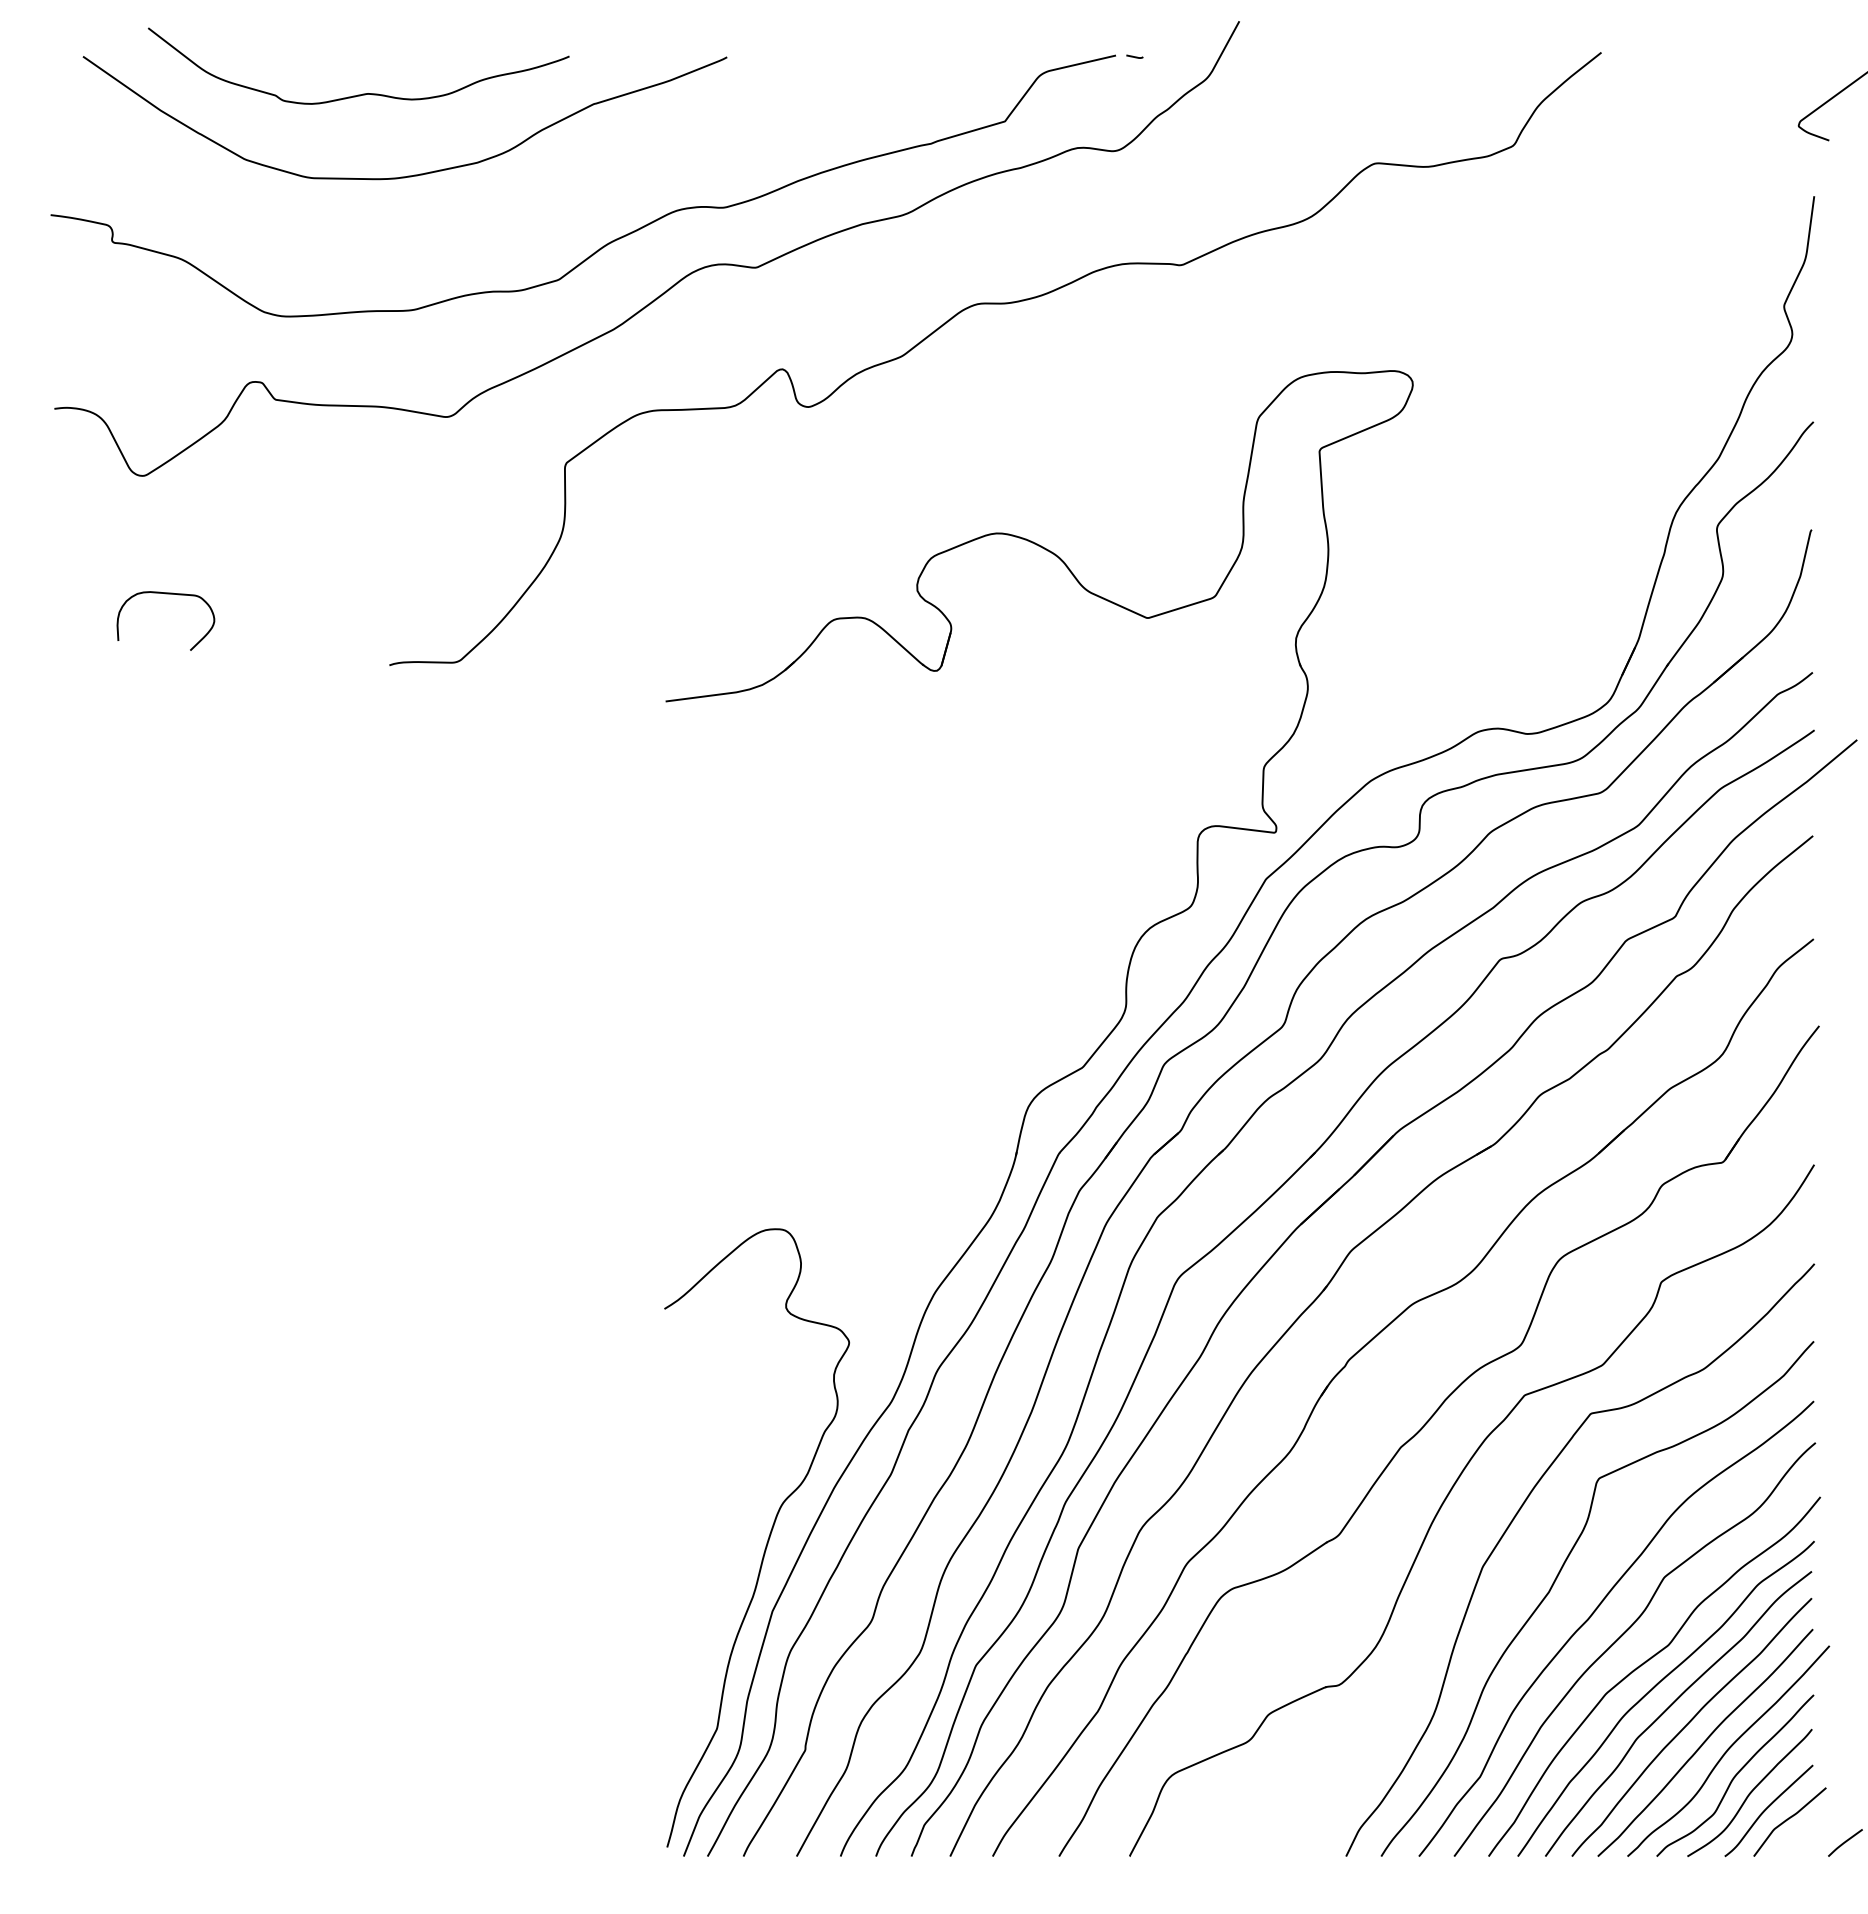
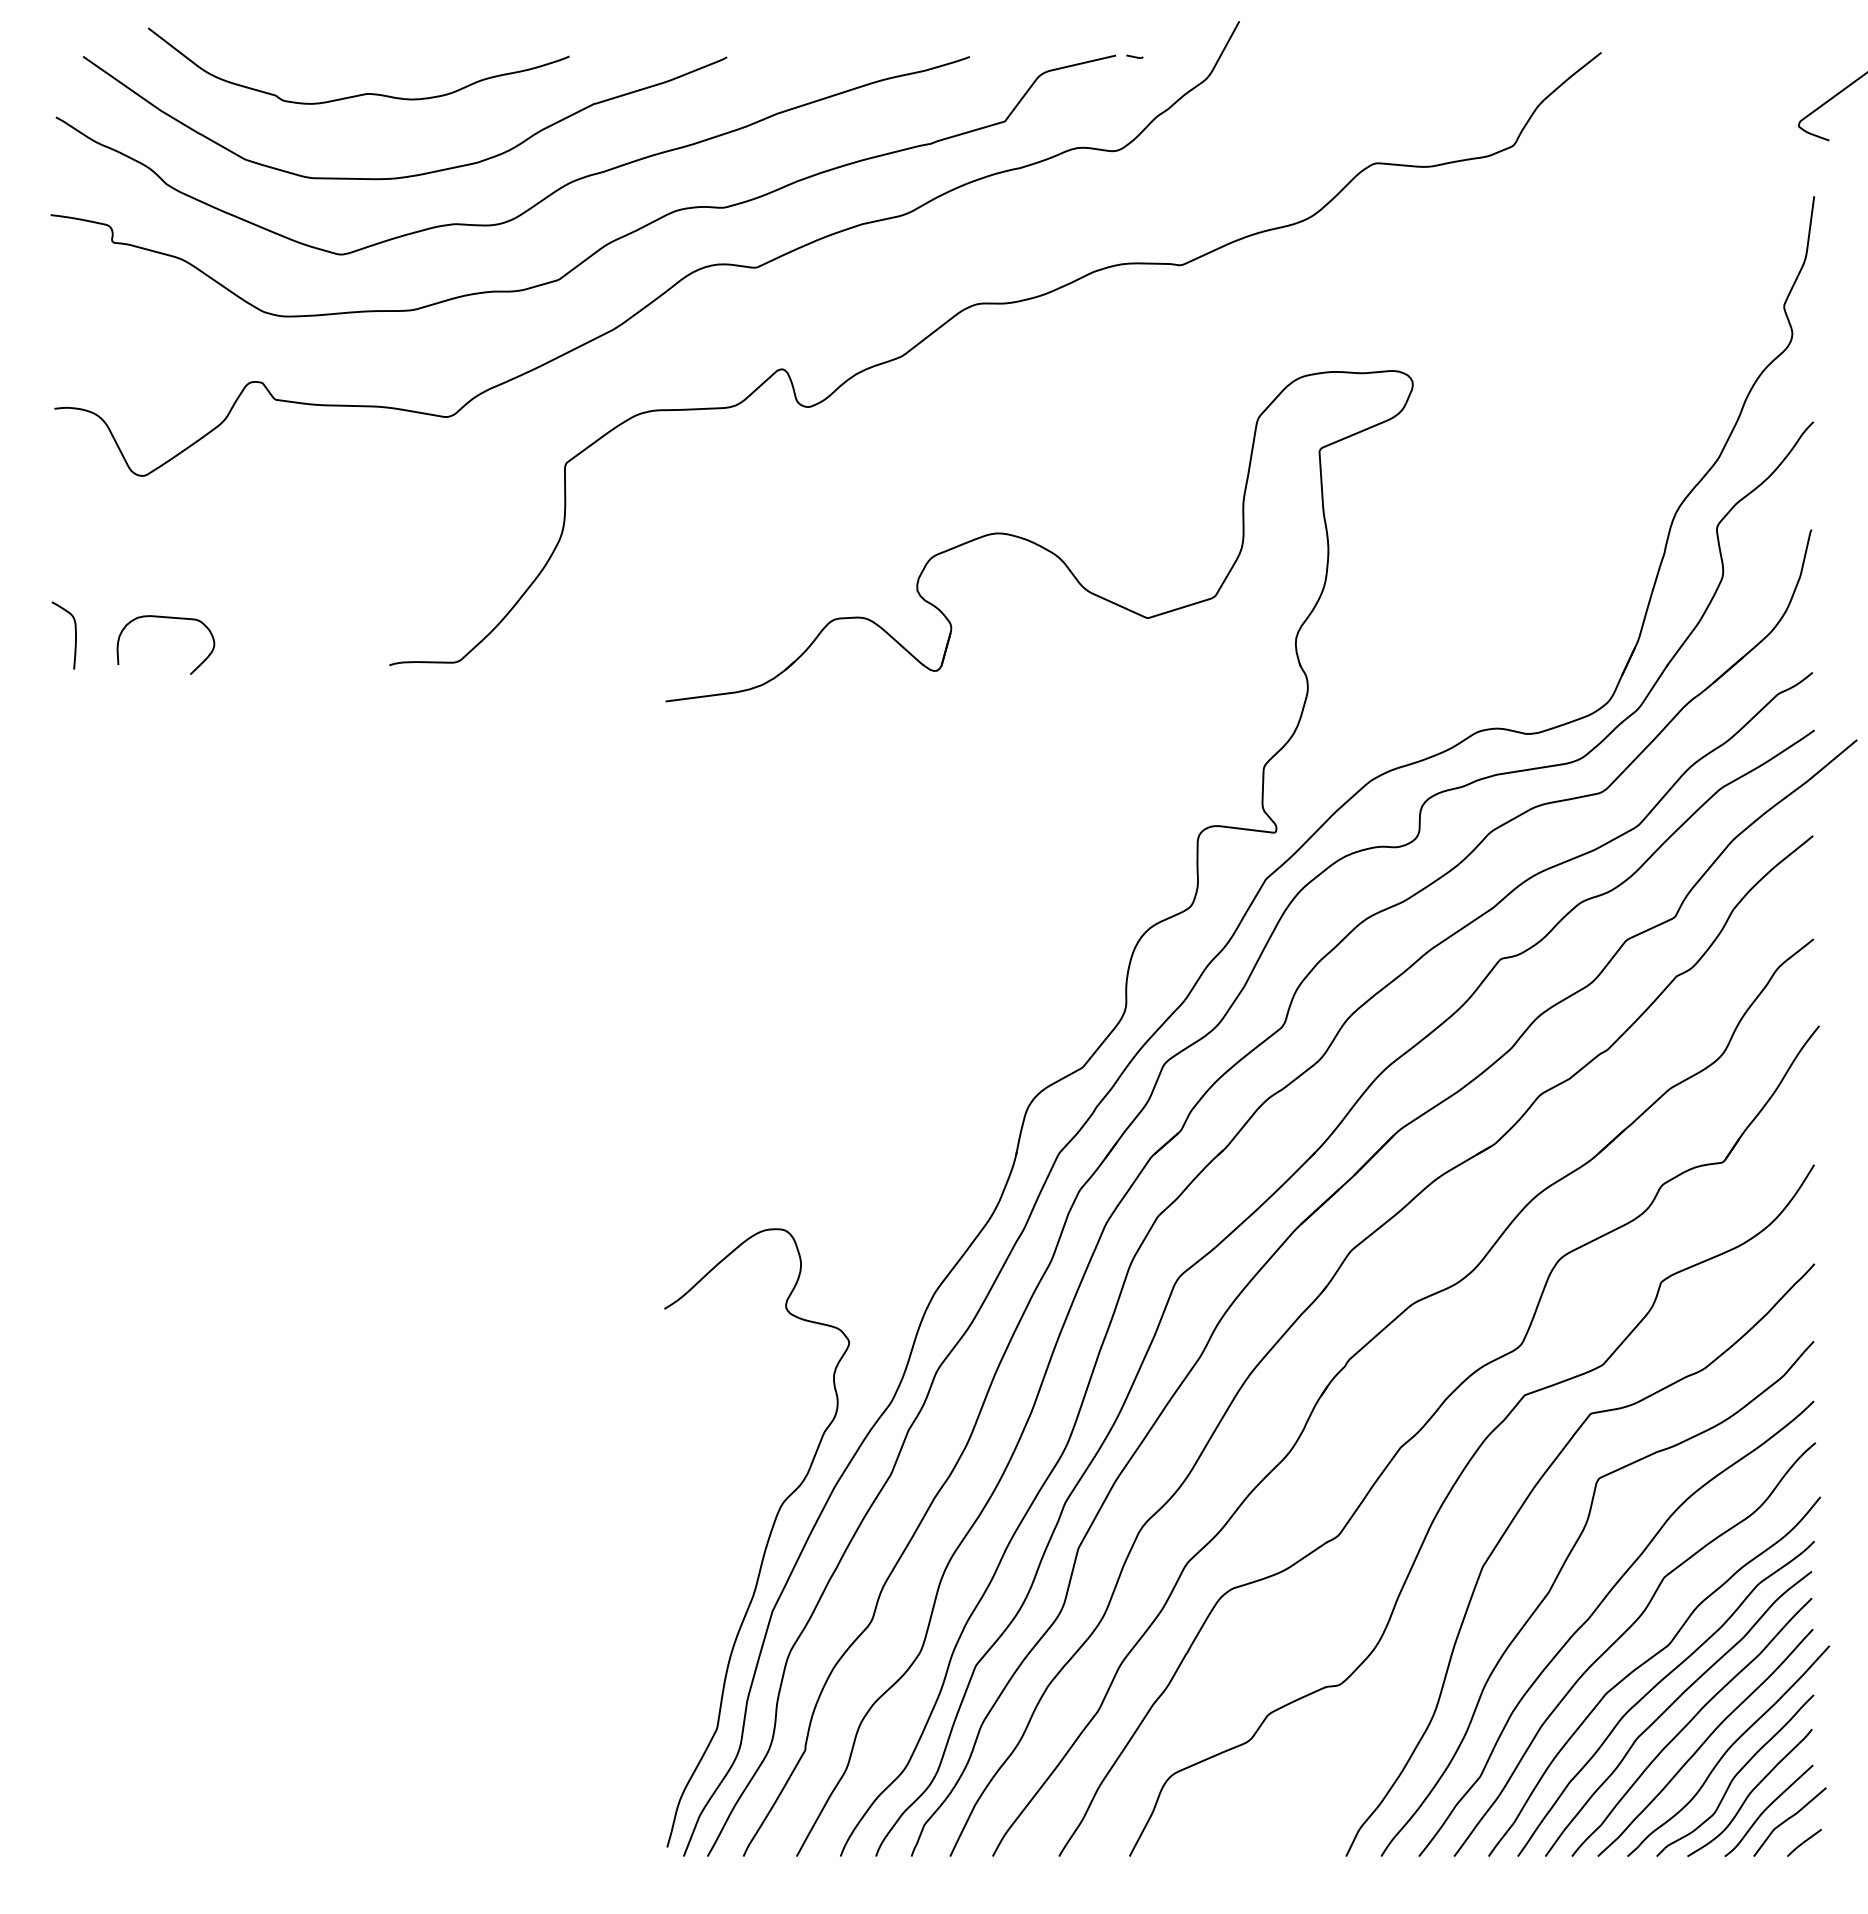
curve at (541, 199): none -> present
curve at (165, 594) position: (165, 594) -> (165, 618)
curve at (75, 635): none -> present
line at (1845, 1842) position: (1845, 1842) -> (1804, 1842)
